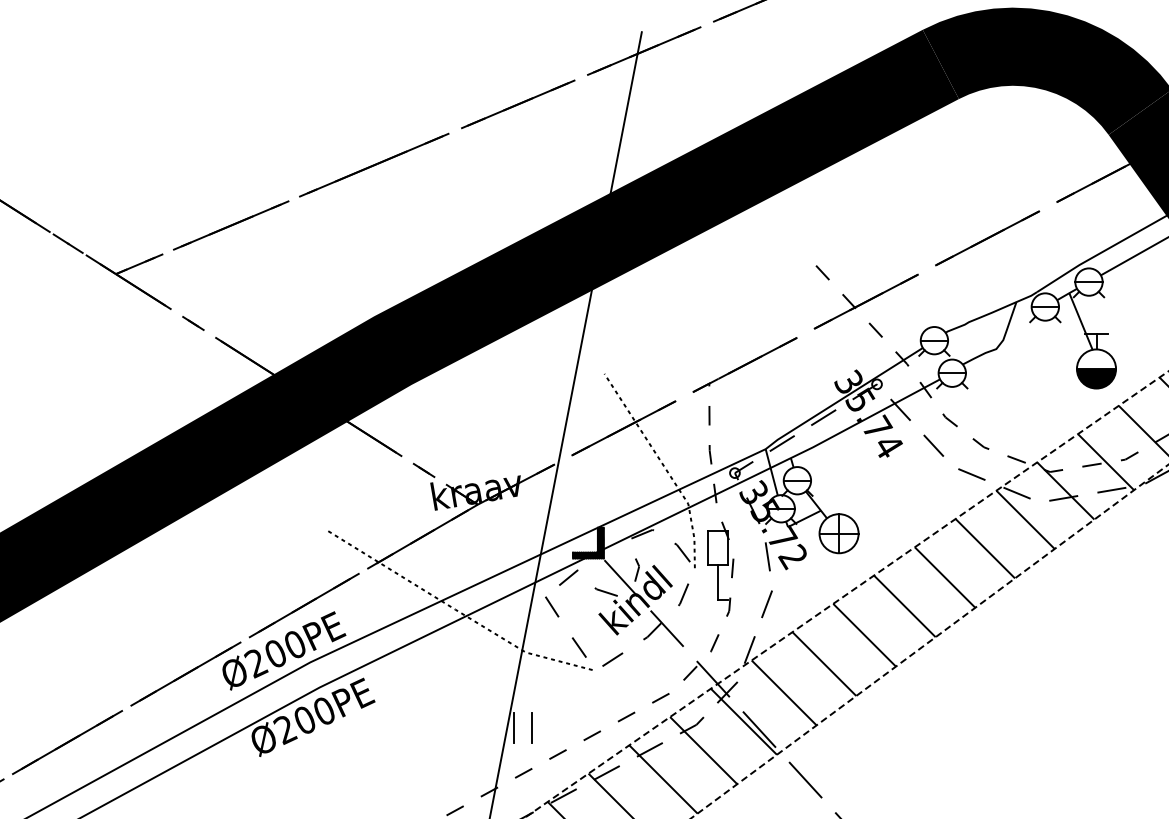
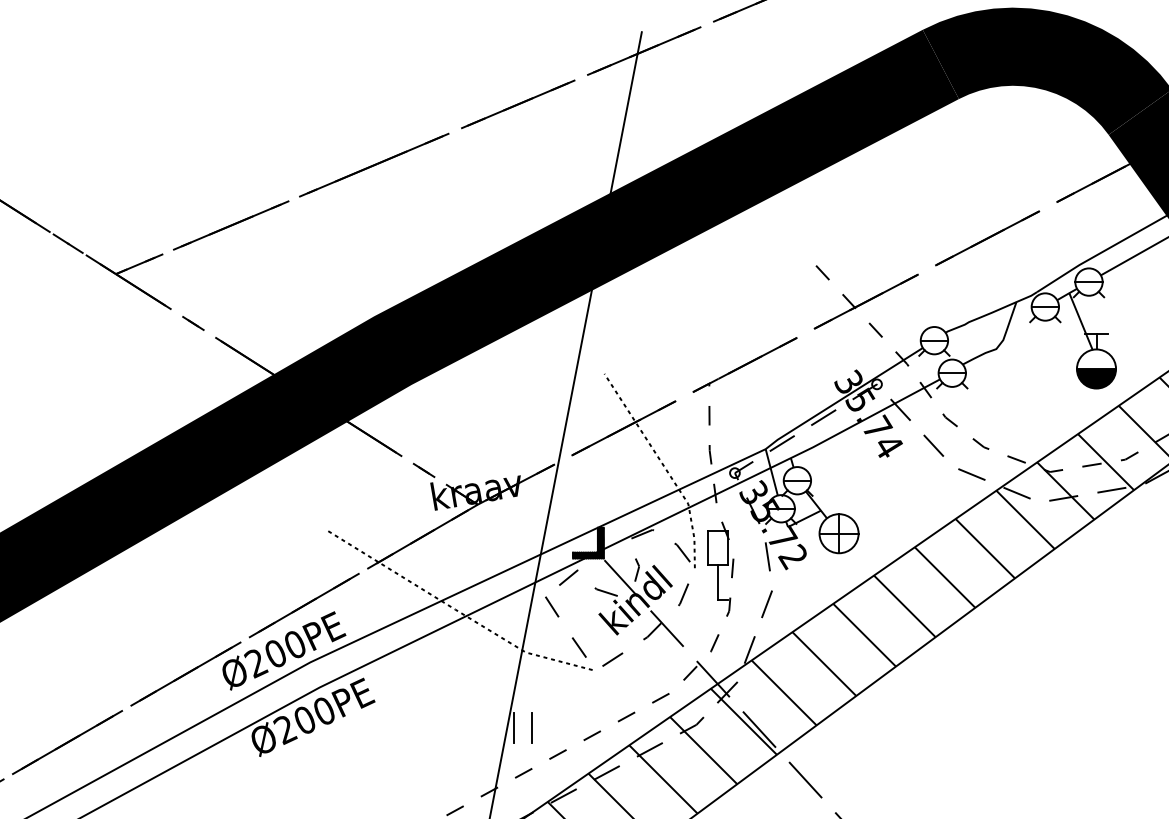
line at (1090, 425): dashed -> solid
